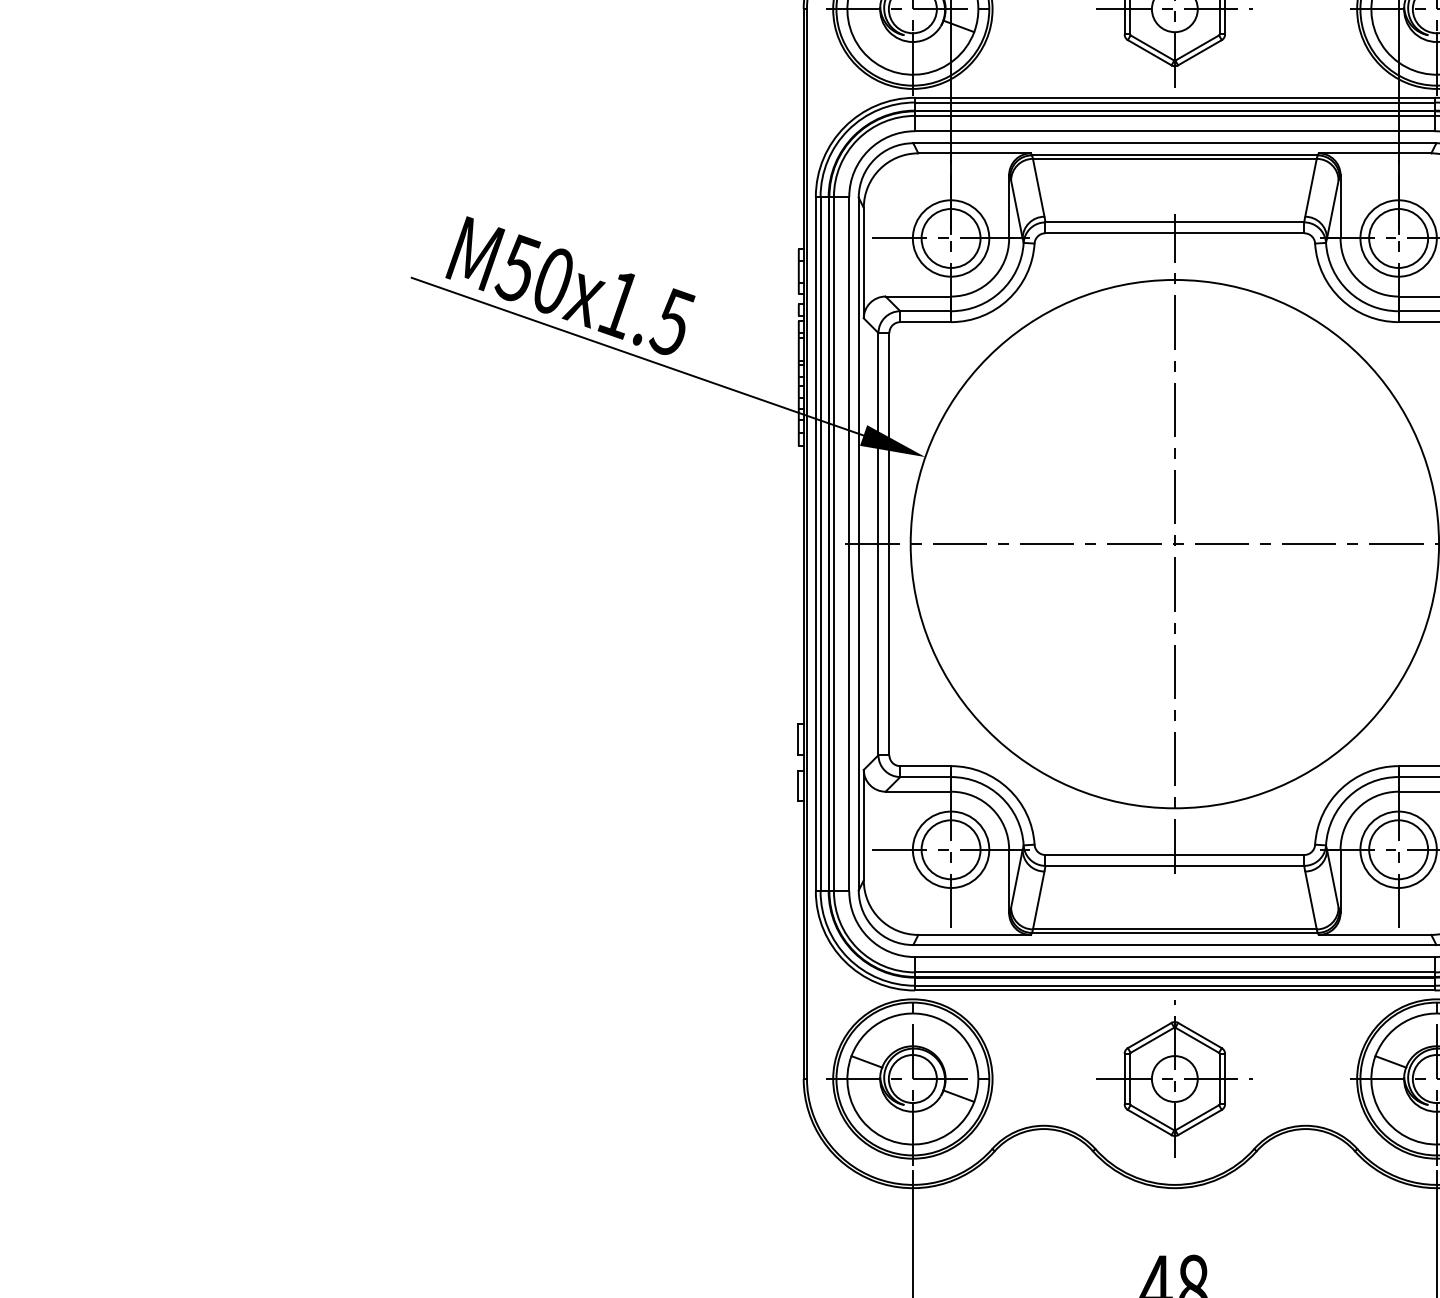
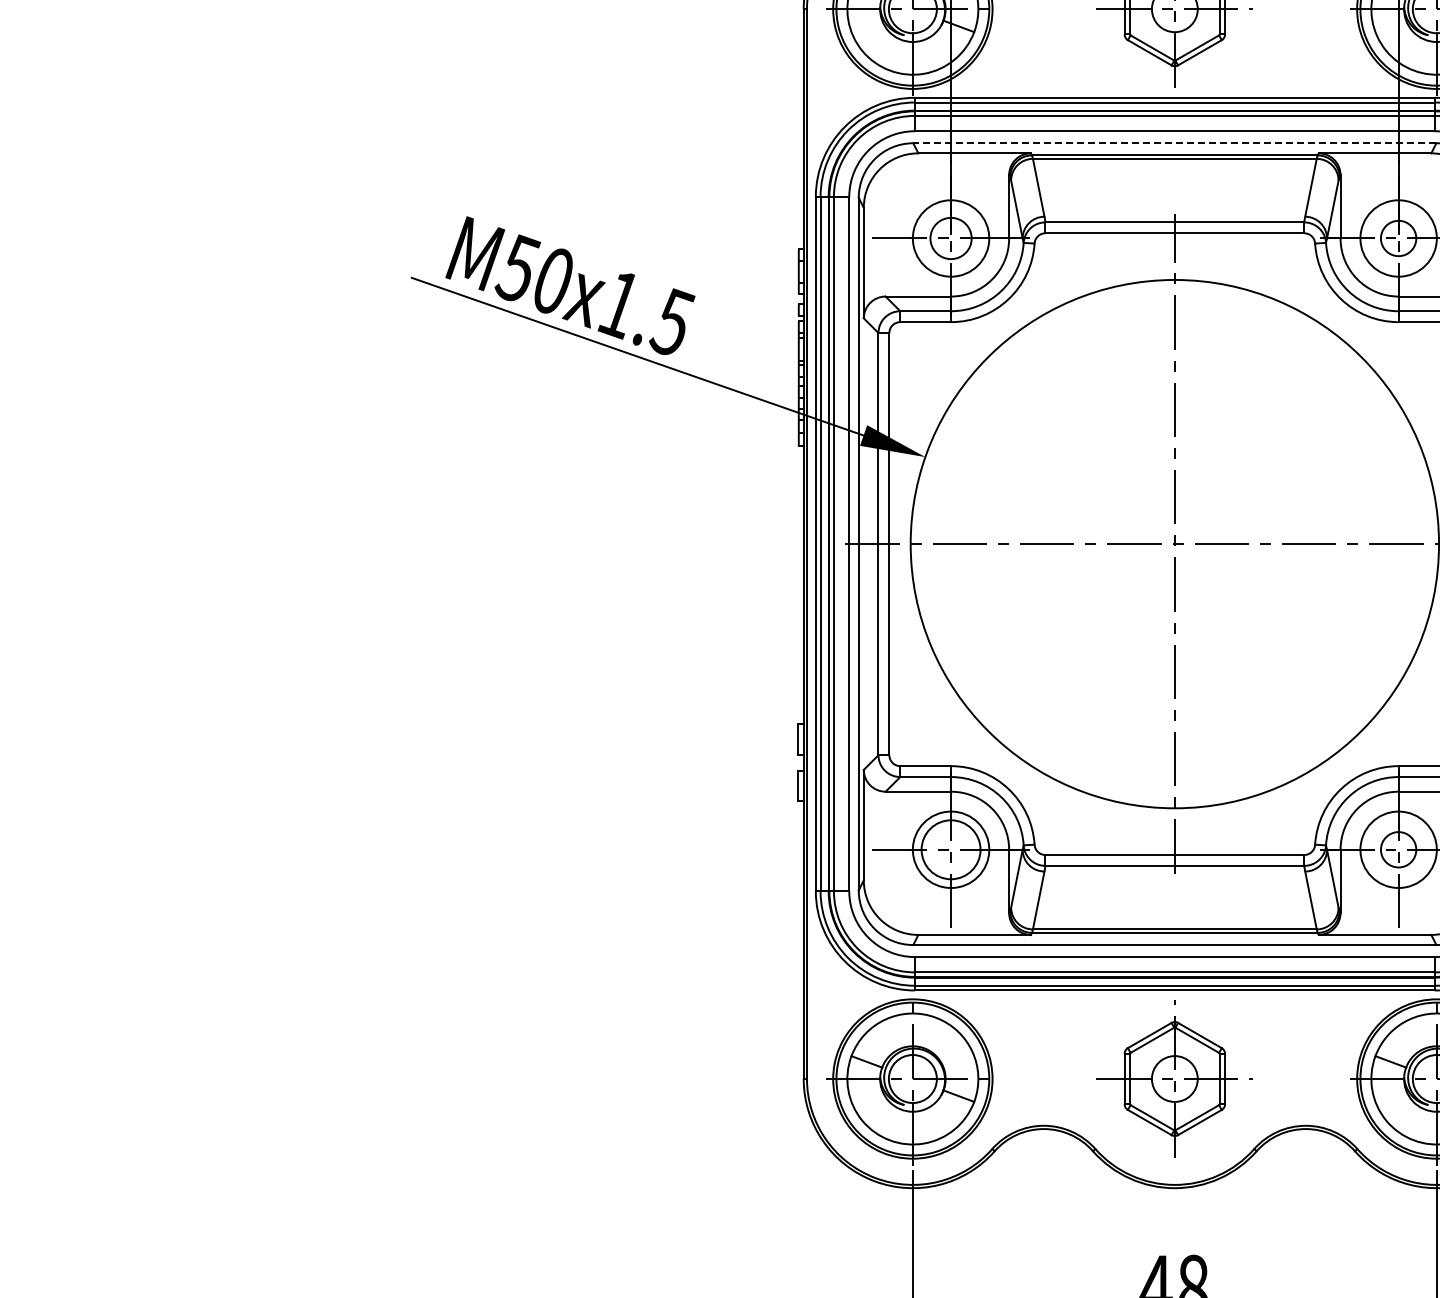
line at (1174, 143): solid -> dashed
circle at (950, 238) diameter: 59 px -> 41 px
circle at (1398, 238) diameter: 59 px -> 35 px
circle at (1398, 849) diameter: 59 px -> 35 px
